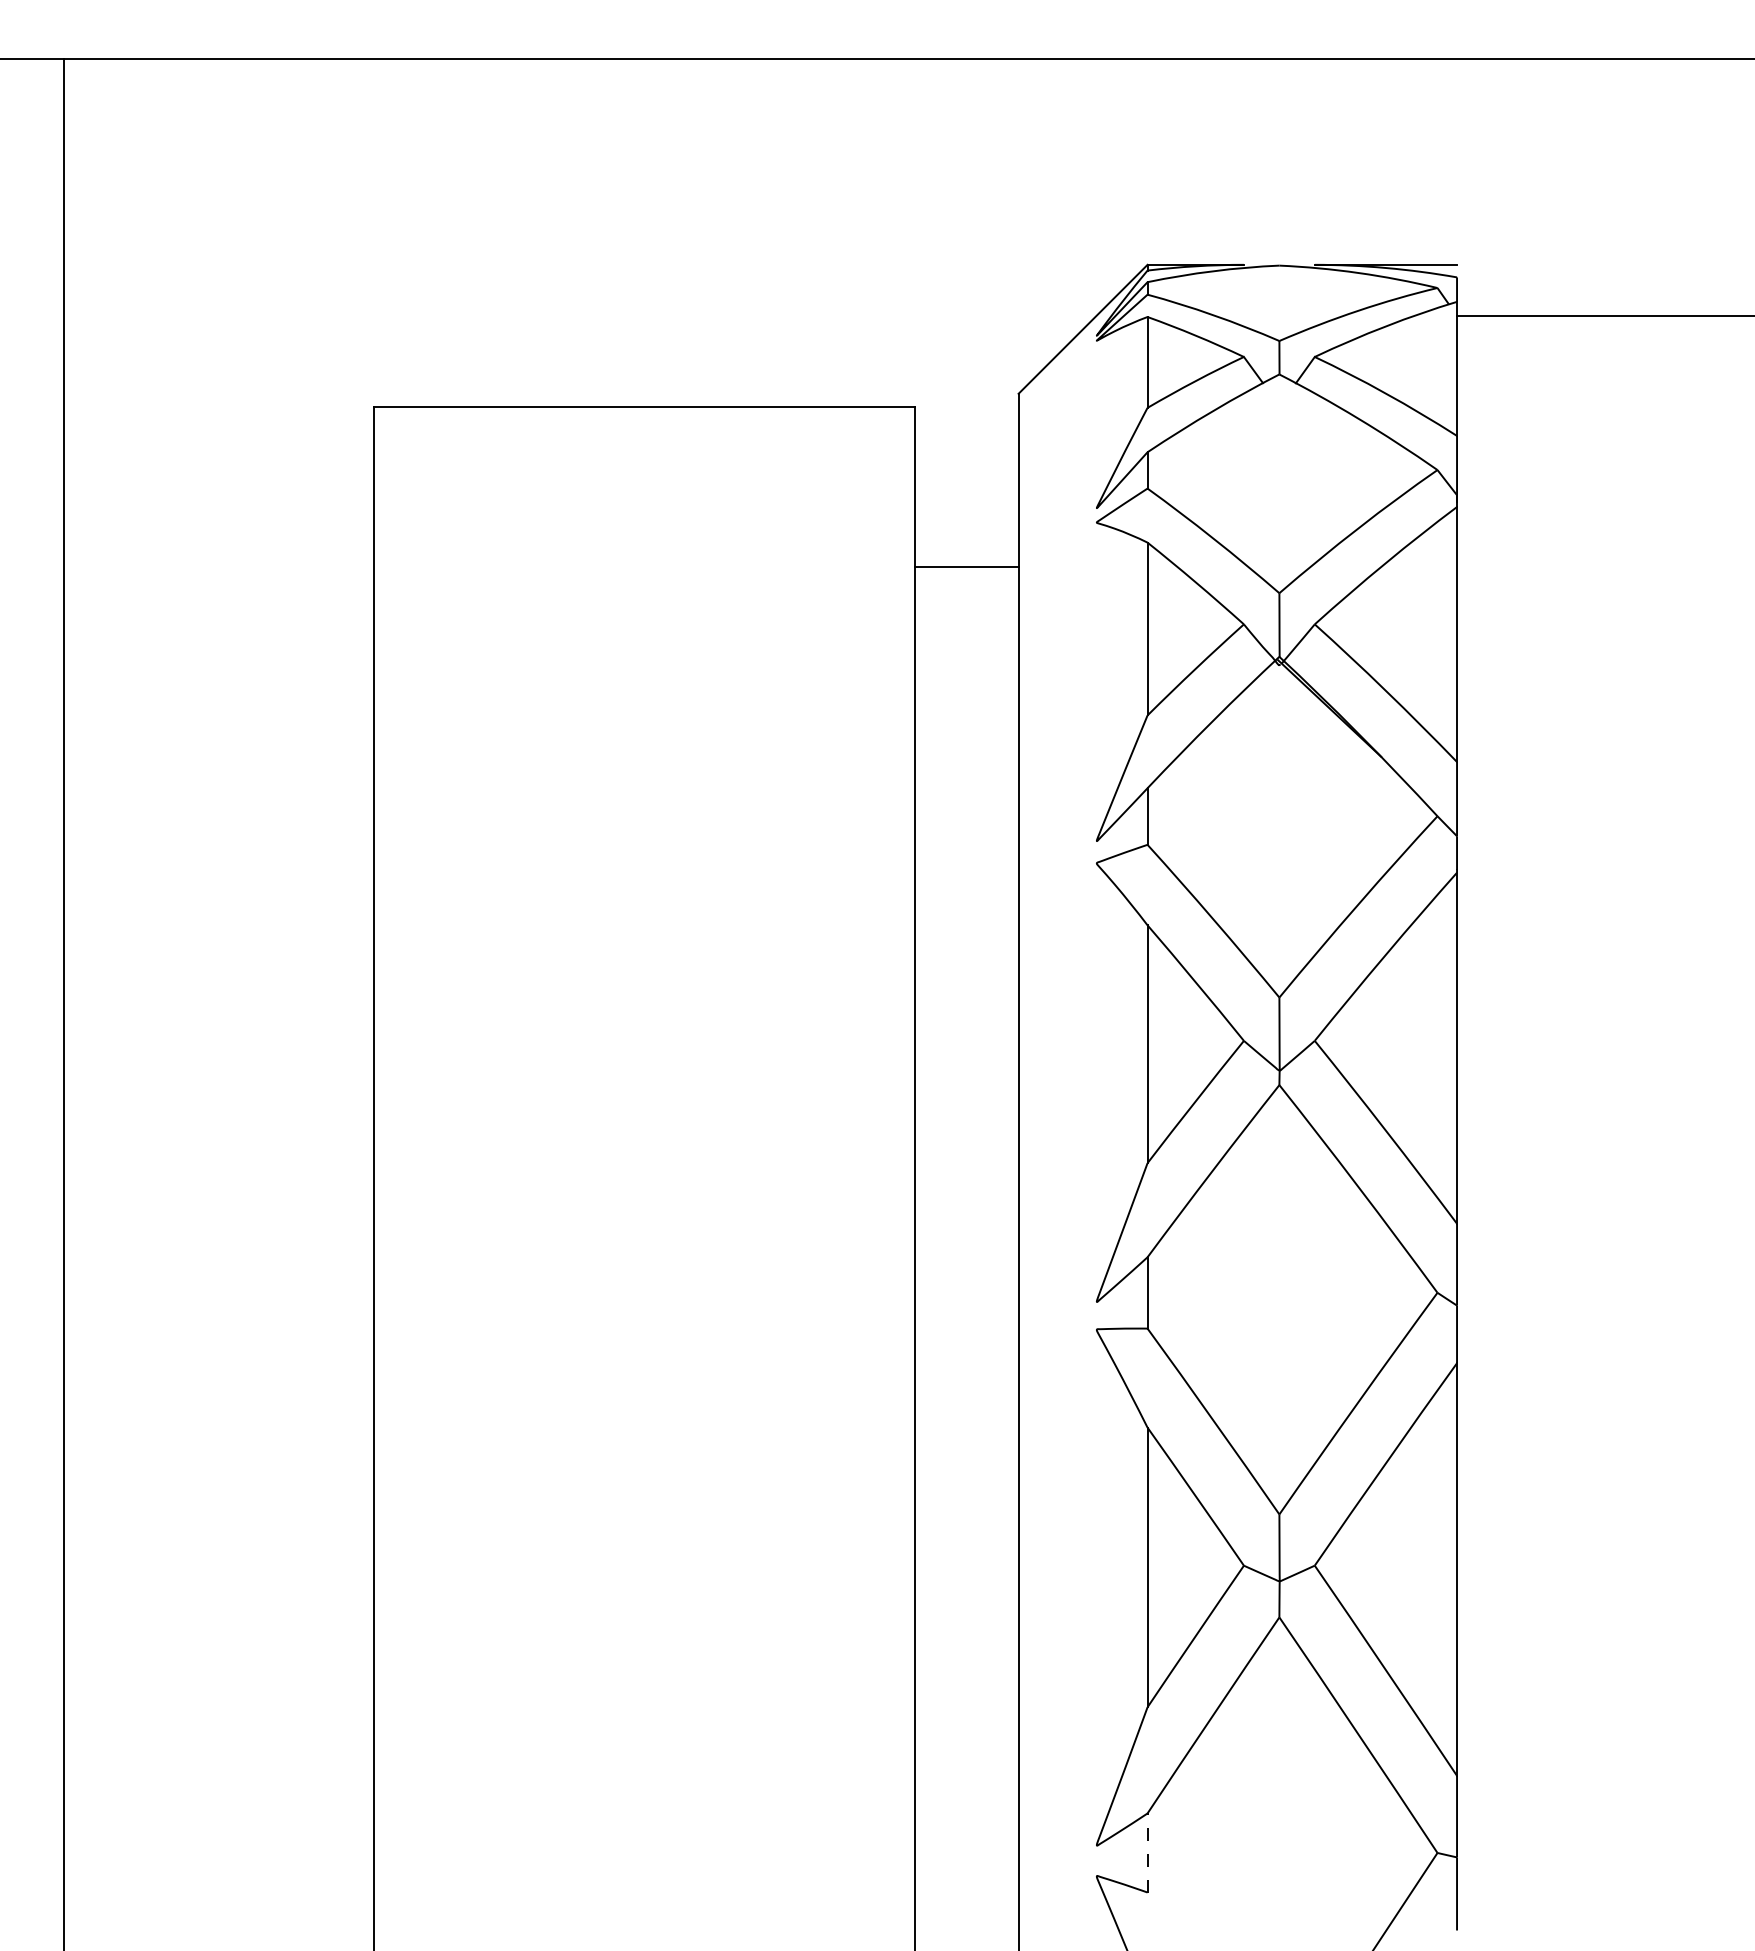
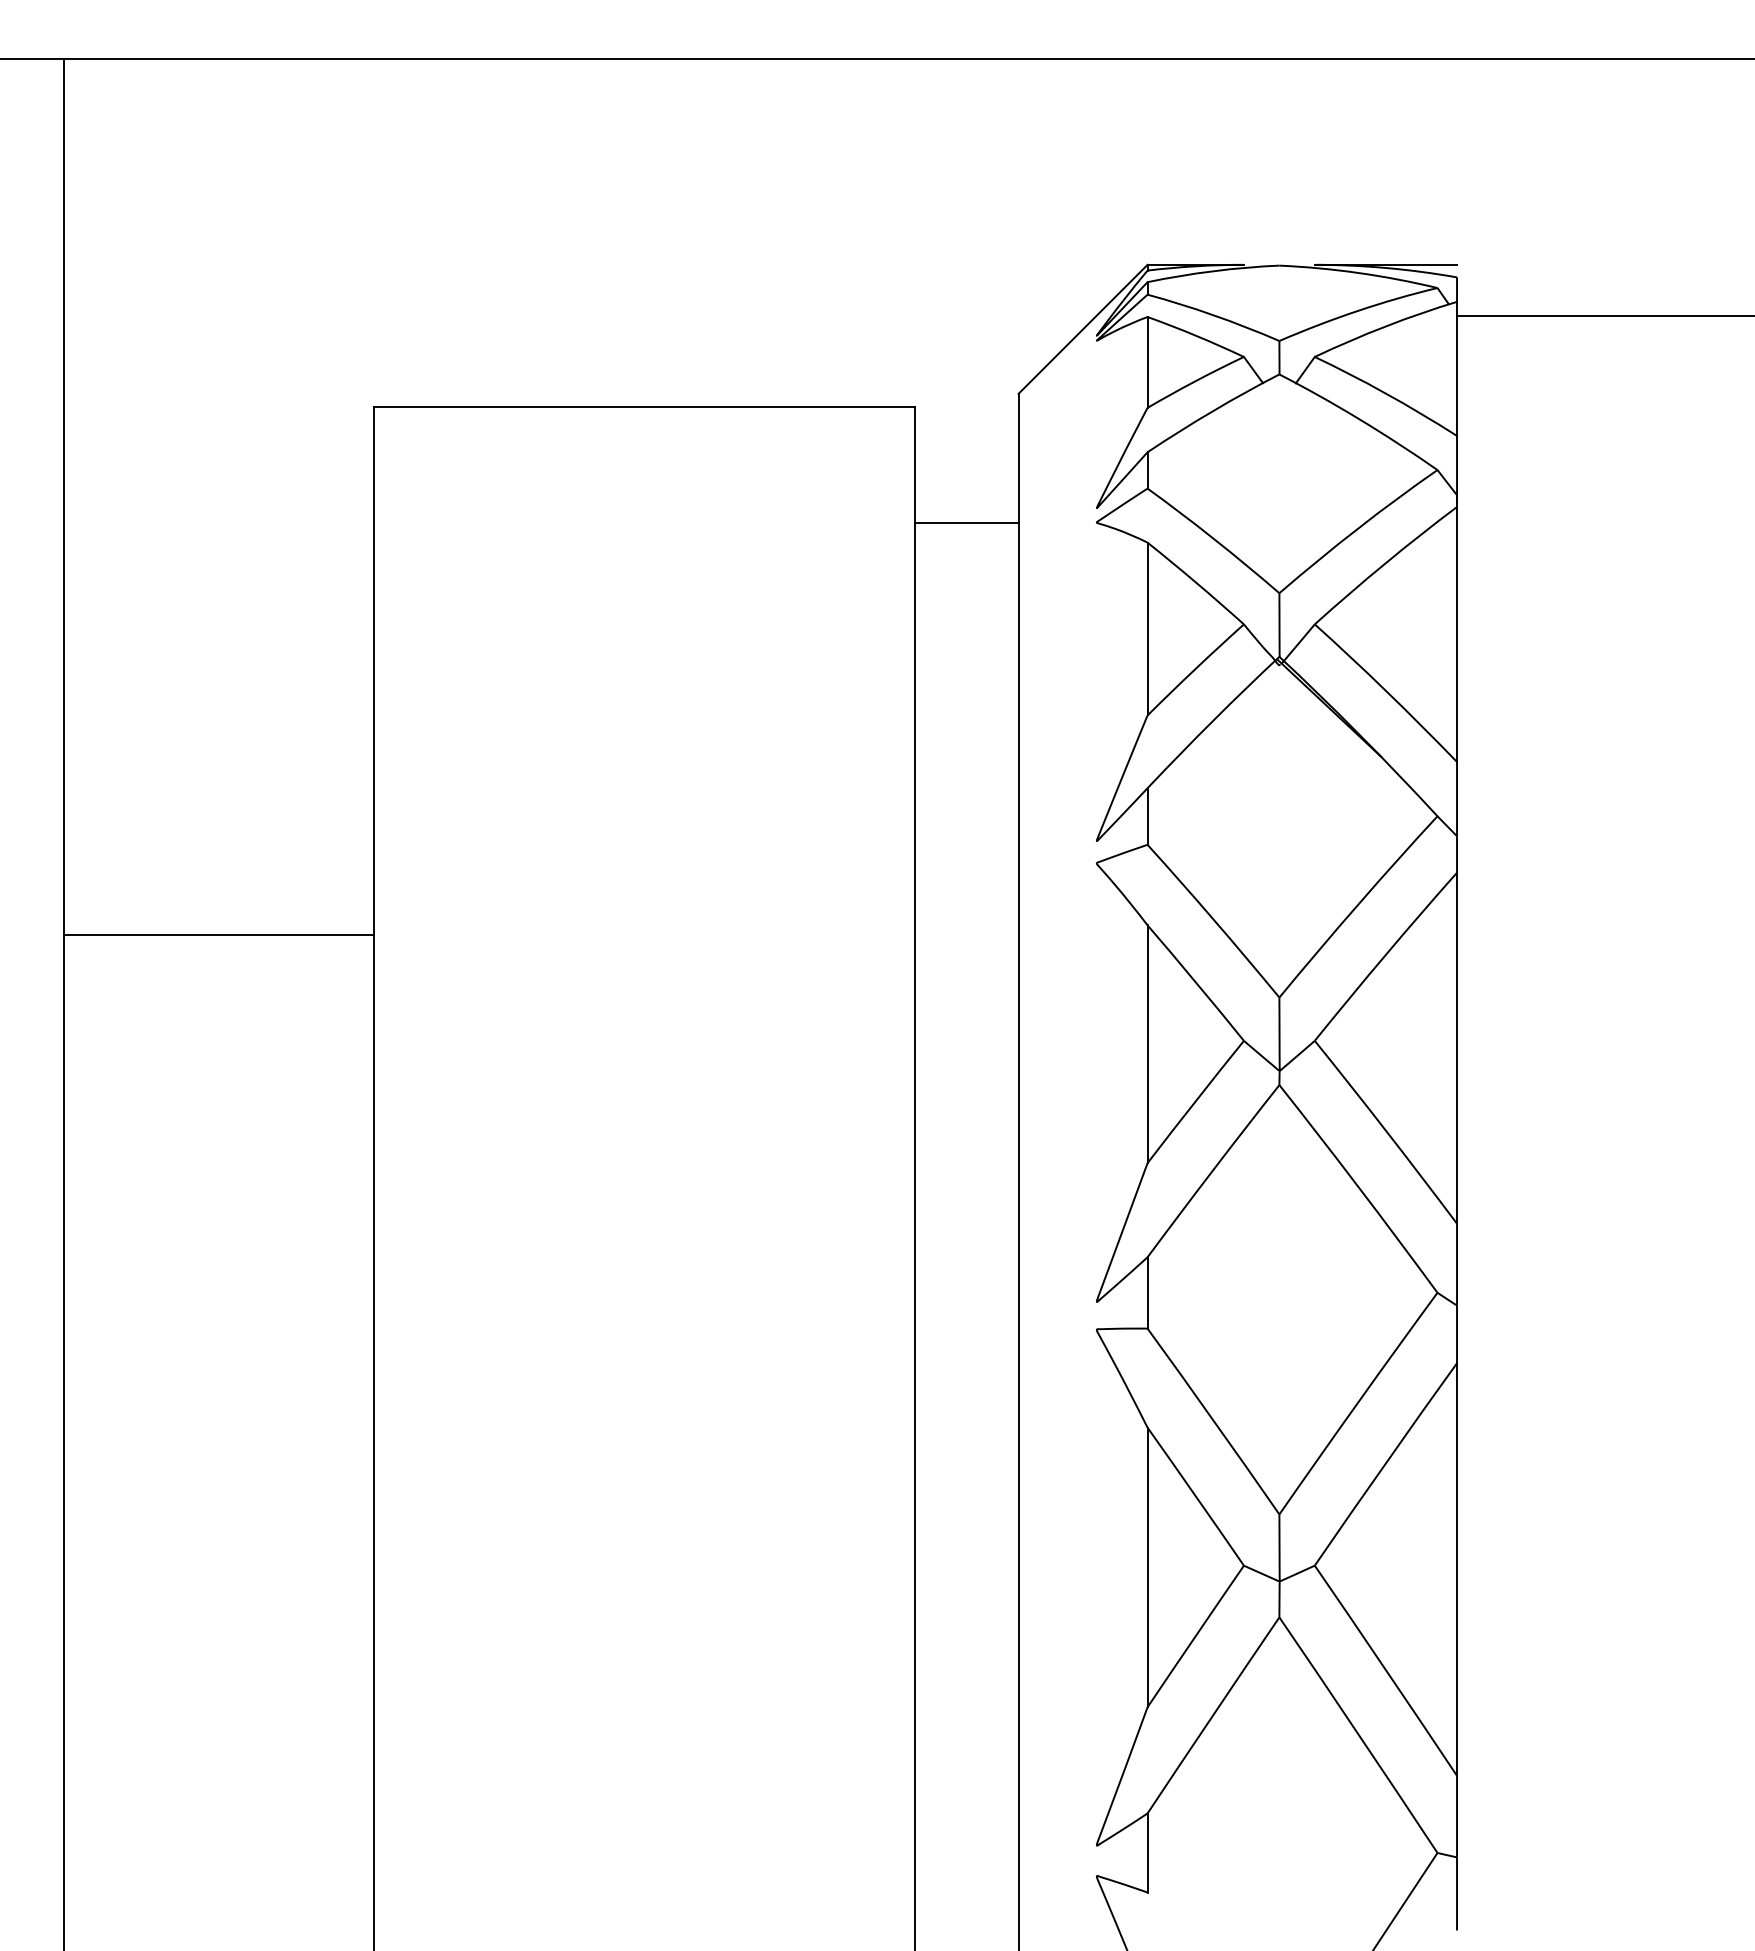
line at (966, 566) position: (966, 566) -> (966, 522)
line at (218, 935): none -> present
line at (1147, 1852): dashed -> solid
